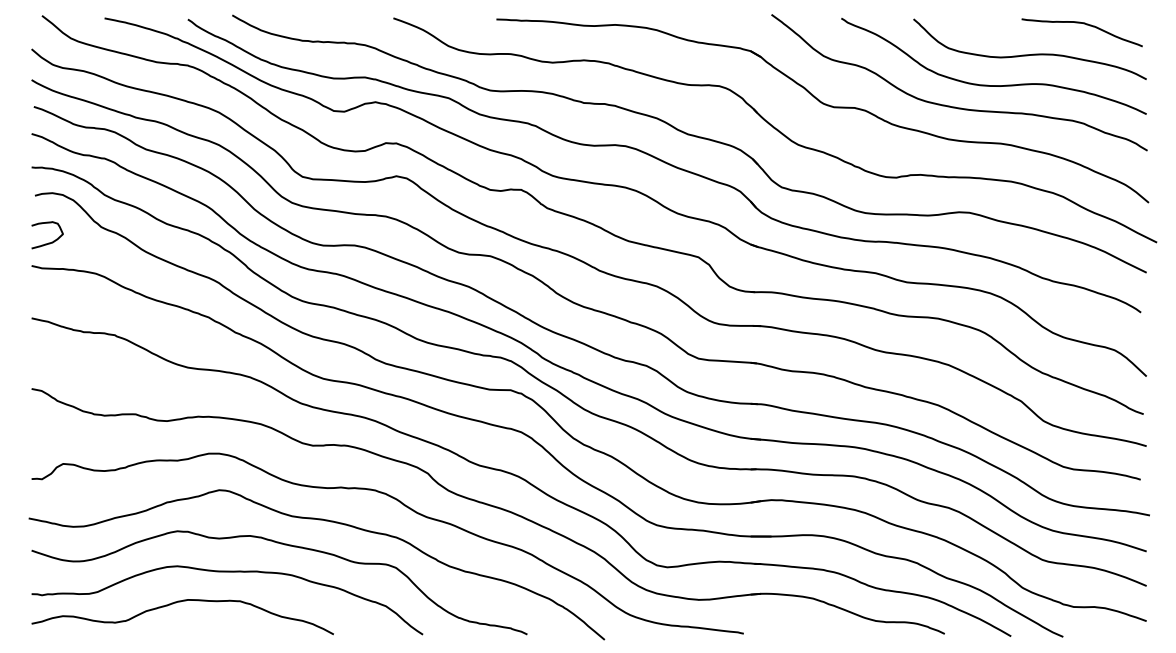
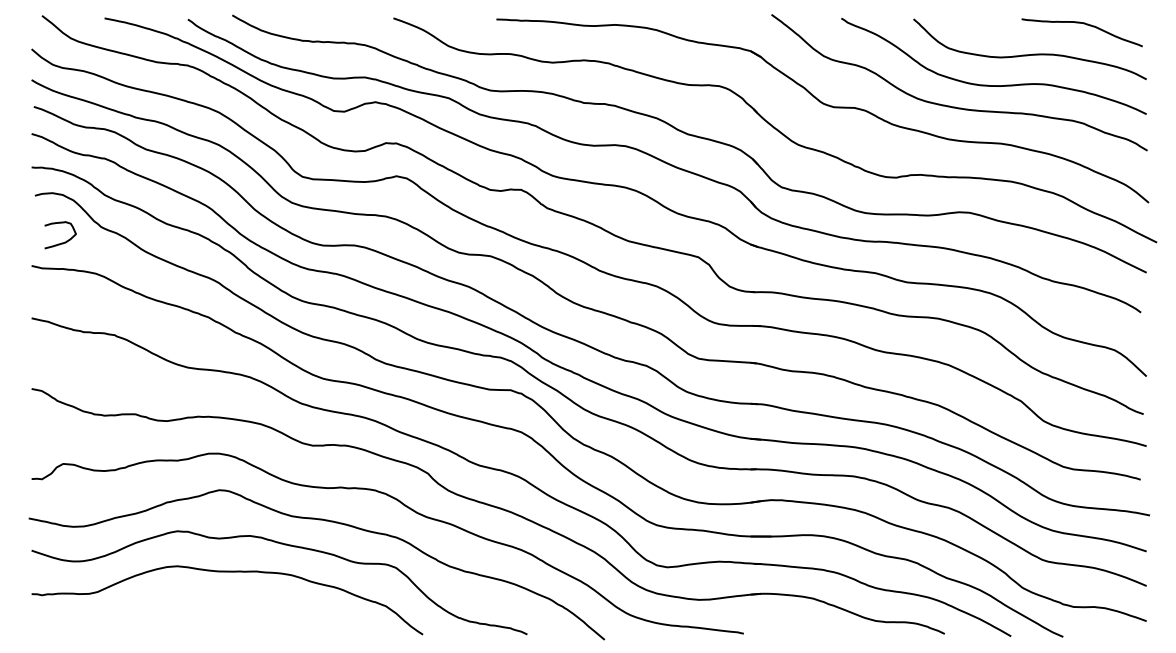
curve at (48, 242) position: (48, 242) -> (61, 242)
curve at (180, 602): present -> none
